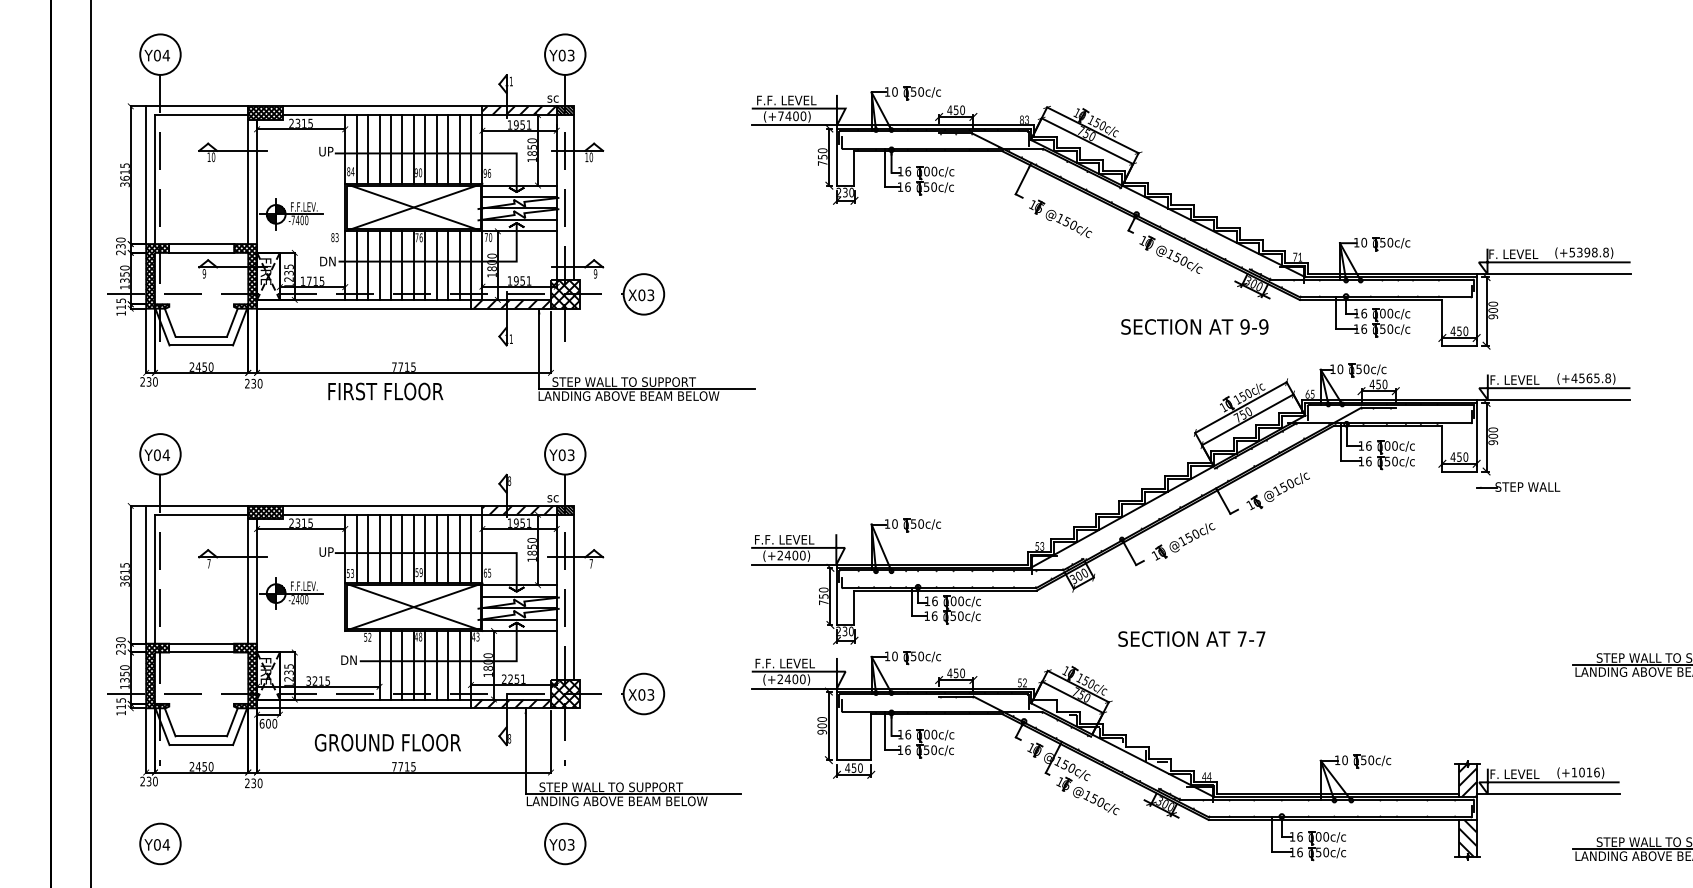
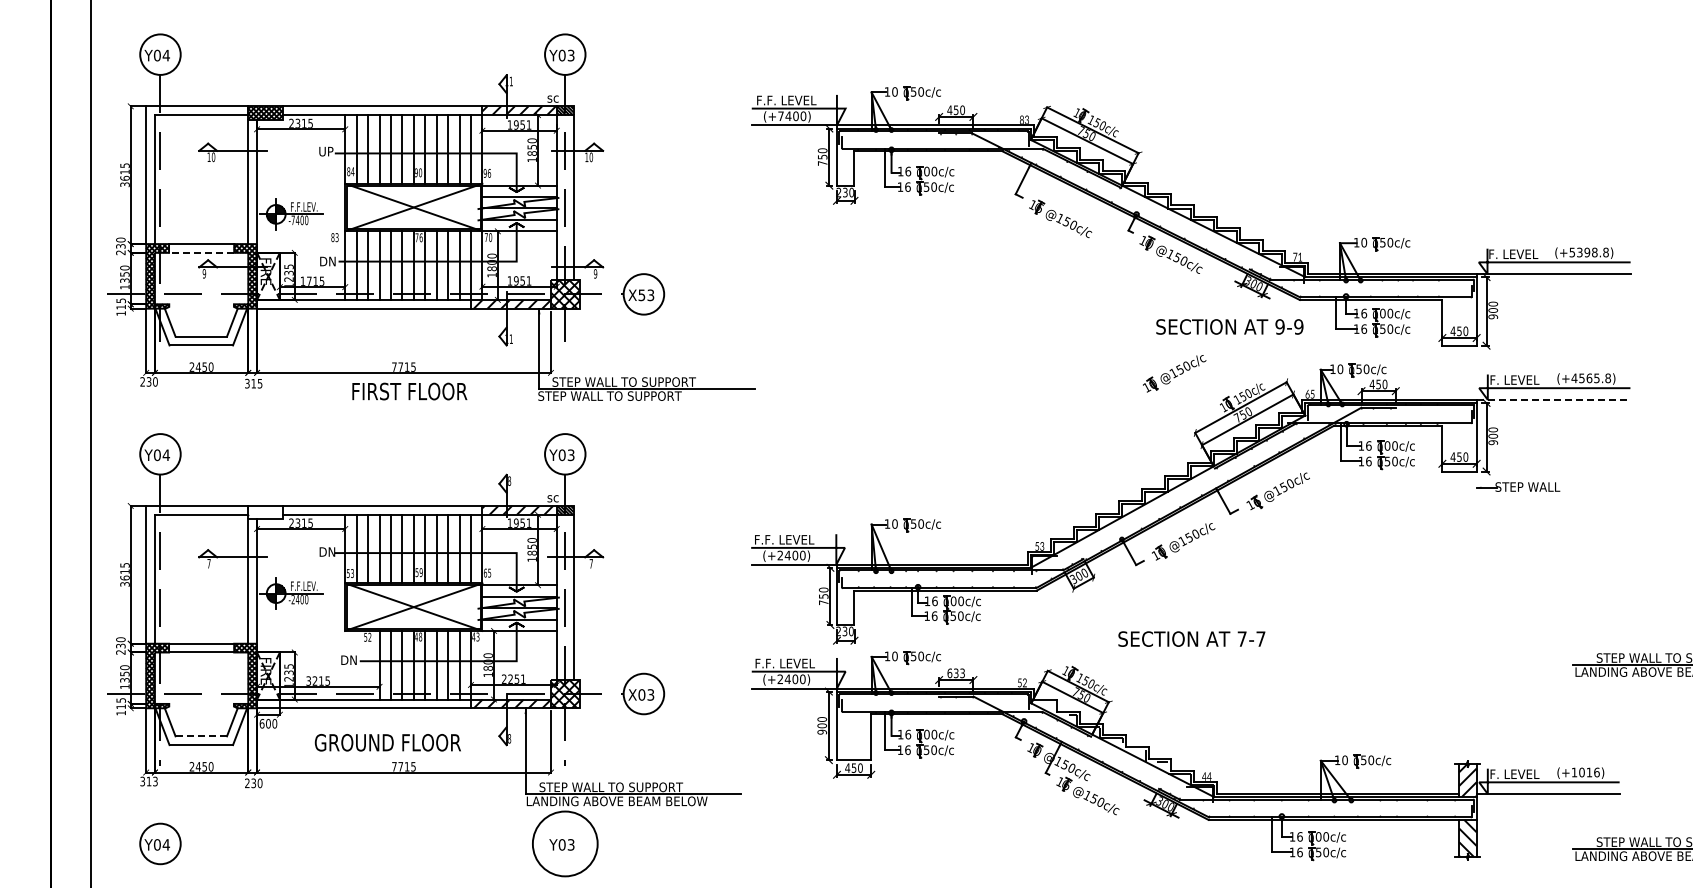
line at (201, 252): solid -> dashed
text at (641, 295): X03 -> X53
text at (1194, 326) position: (1194, 326) -> (1229, 326)
part at (1174, 373): none -> present
text at (253, 383): 230 -> 315
text at (385, 391) position: (385, 391) -> (409, 391)
text at (628, 395): LANDING ABOVE BEAM BELOW -> STEP WALL TO SUPPORT
line at (1553, 399): solid -> dashed
hatch at (265, 512): present -> none
text at (327, 551): UP -> DN
text at (956, 673): 450 -> 633
line at (201, 736): solid -> dashed
text at (148, 781): 230 -> 313
circle at (565, 843) diameter: 41 px -> 65 px
